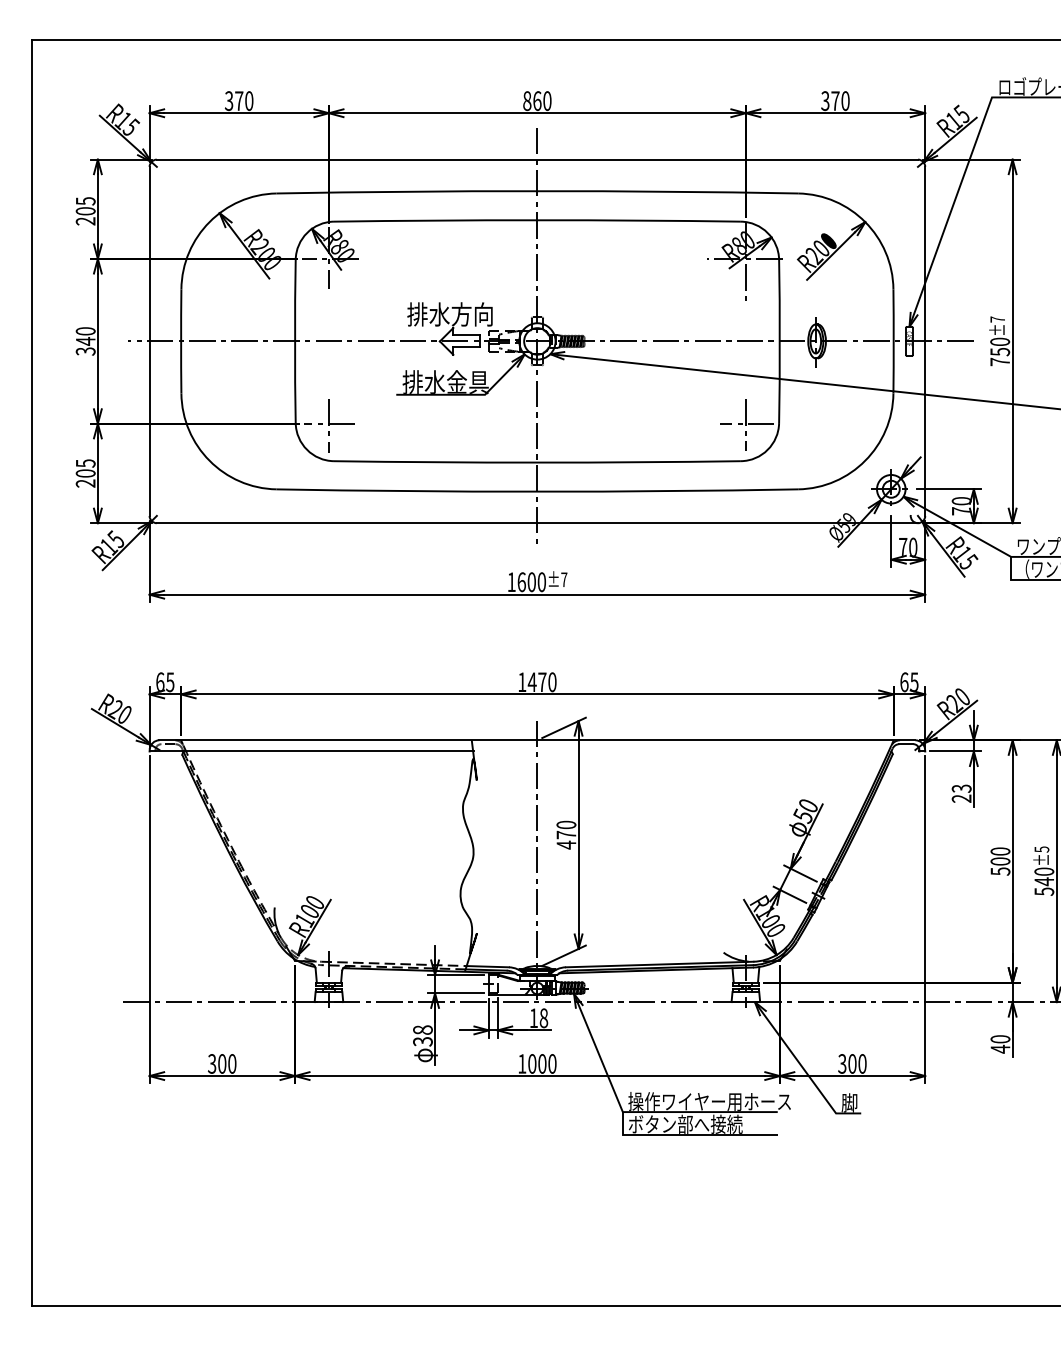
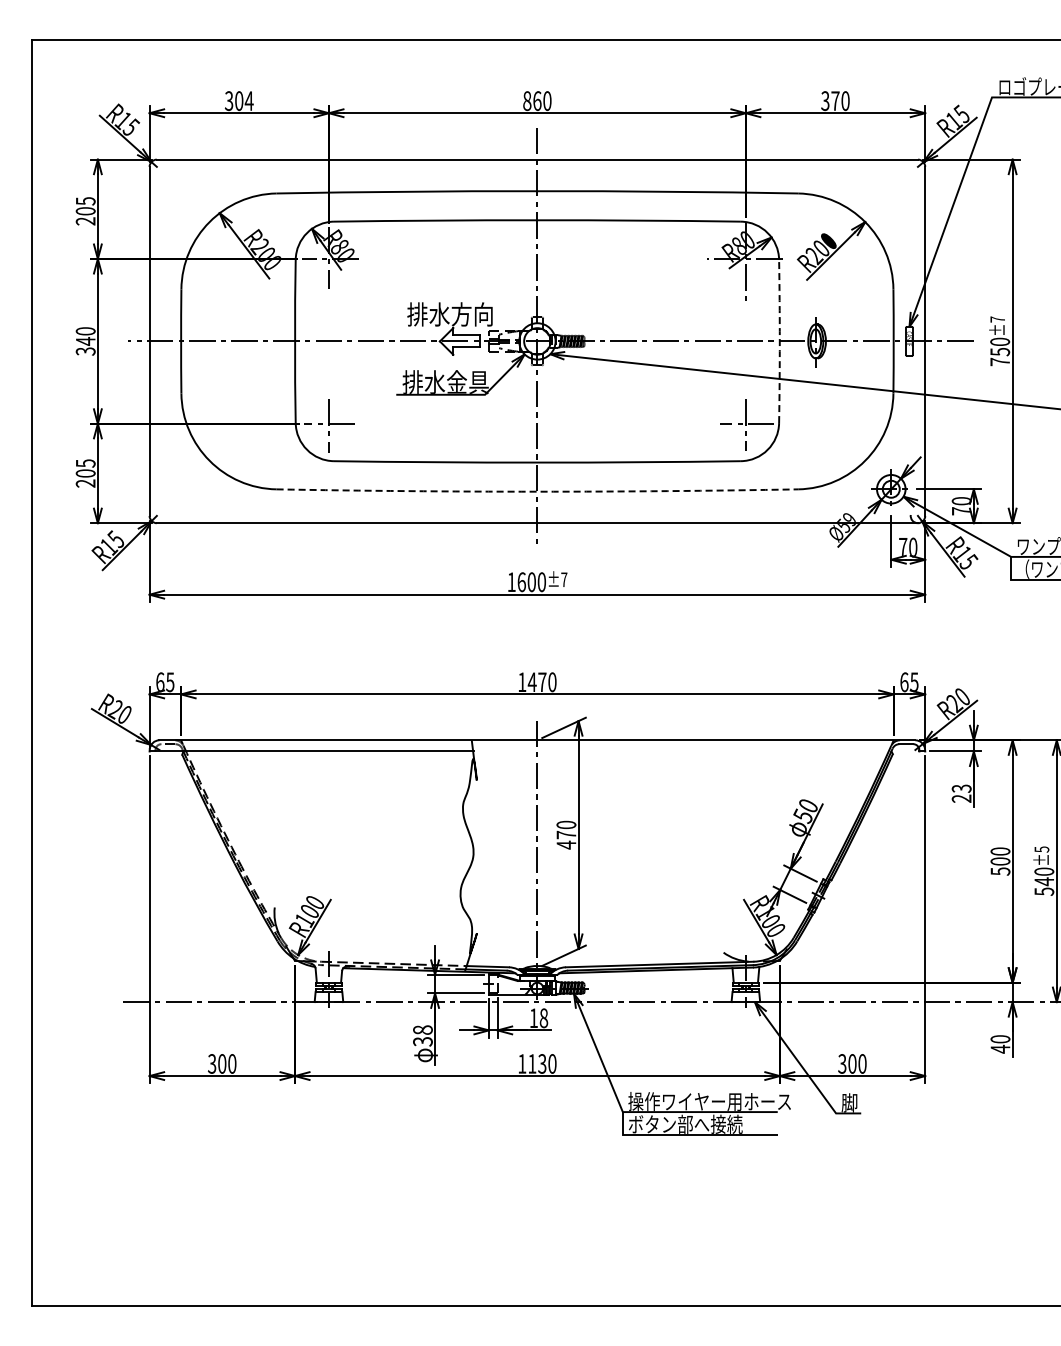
text at (244, 101): 370 -> 304
arc at (779, 341): solid -> dashed
arc at (537, 491): solid -> dashed
text at (537, 1063): 1000 -> 1130
